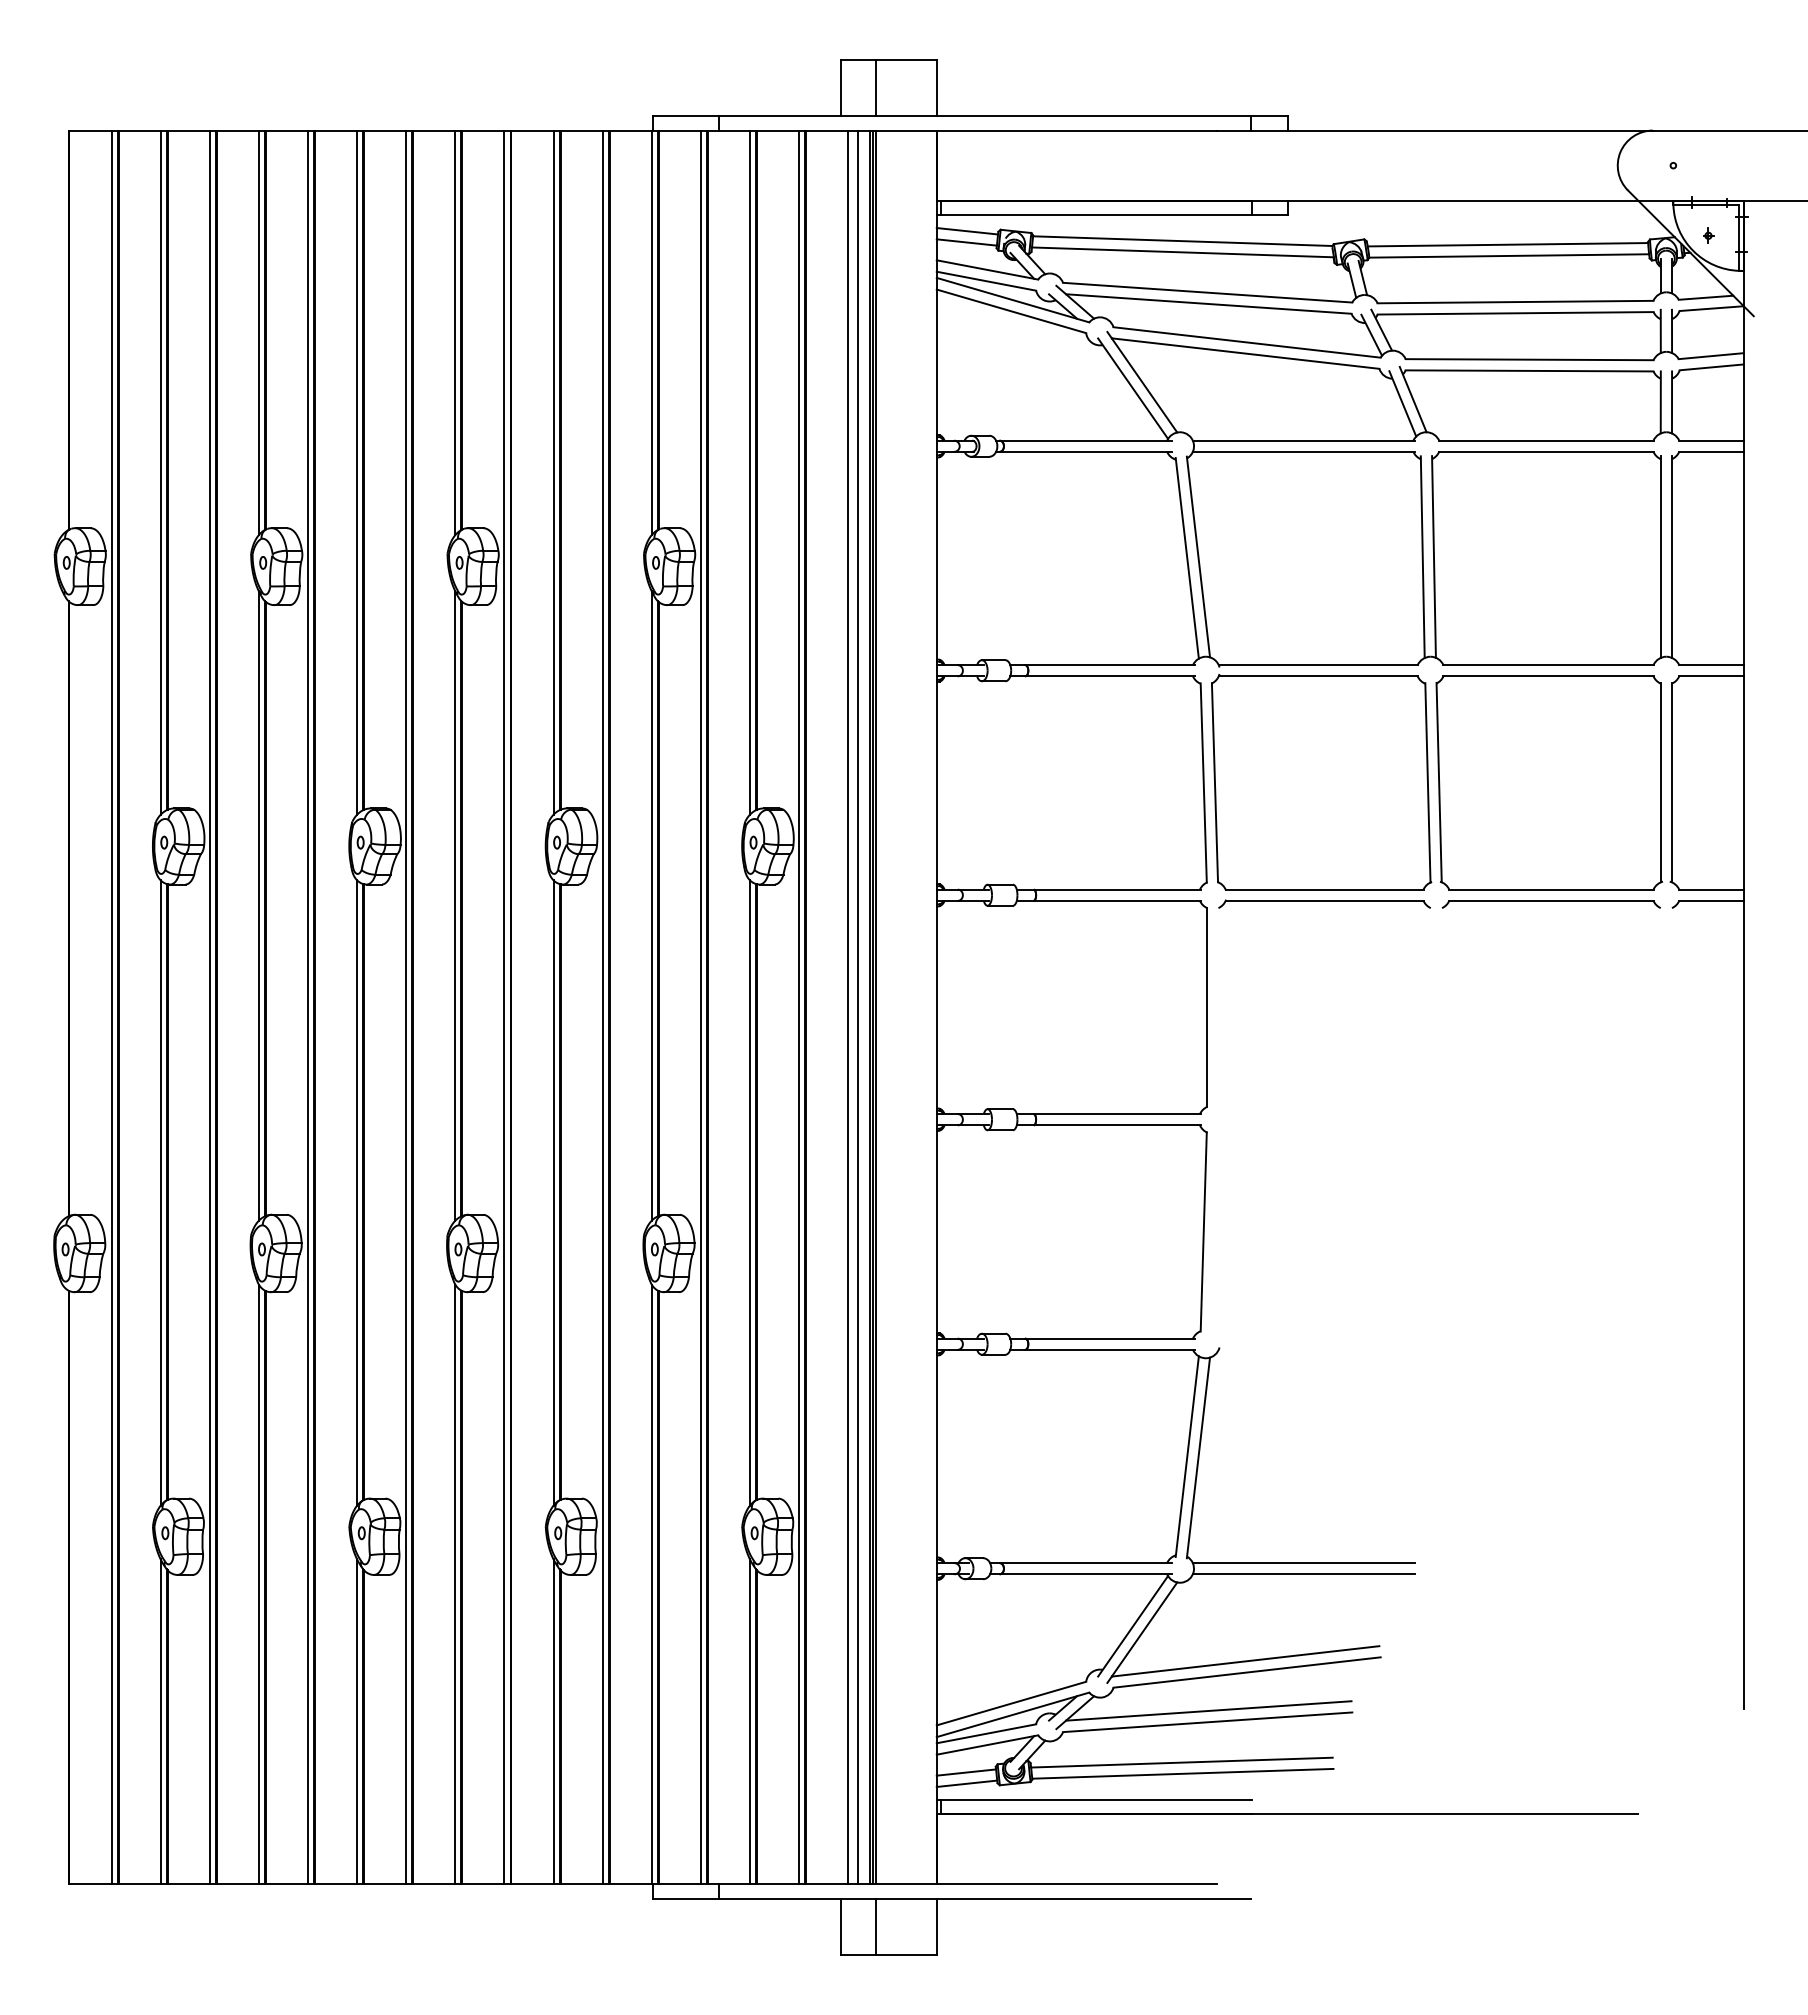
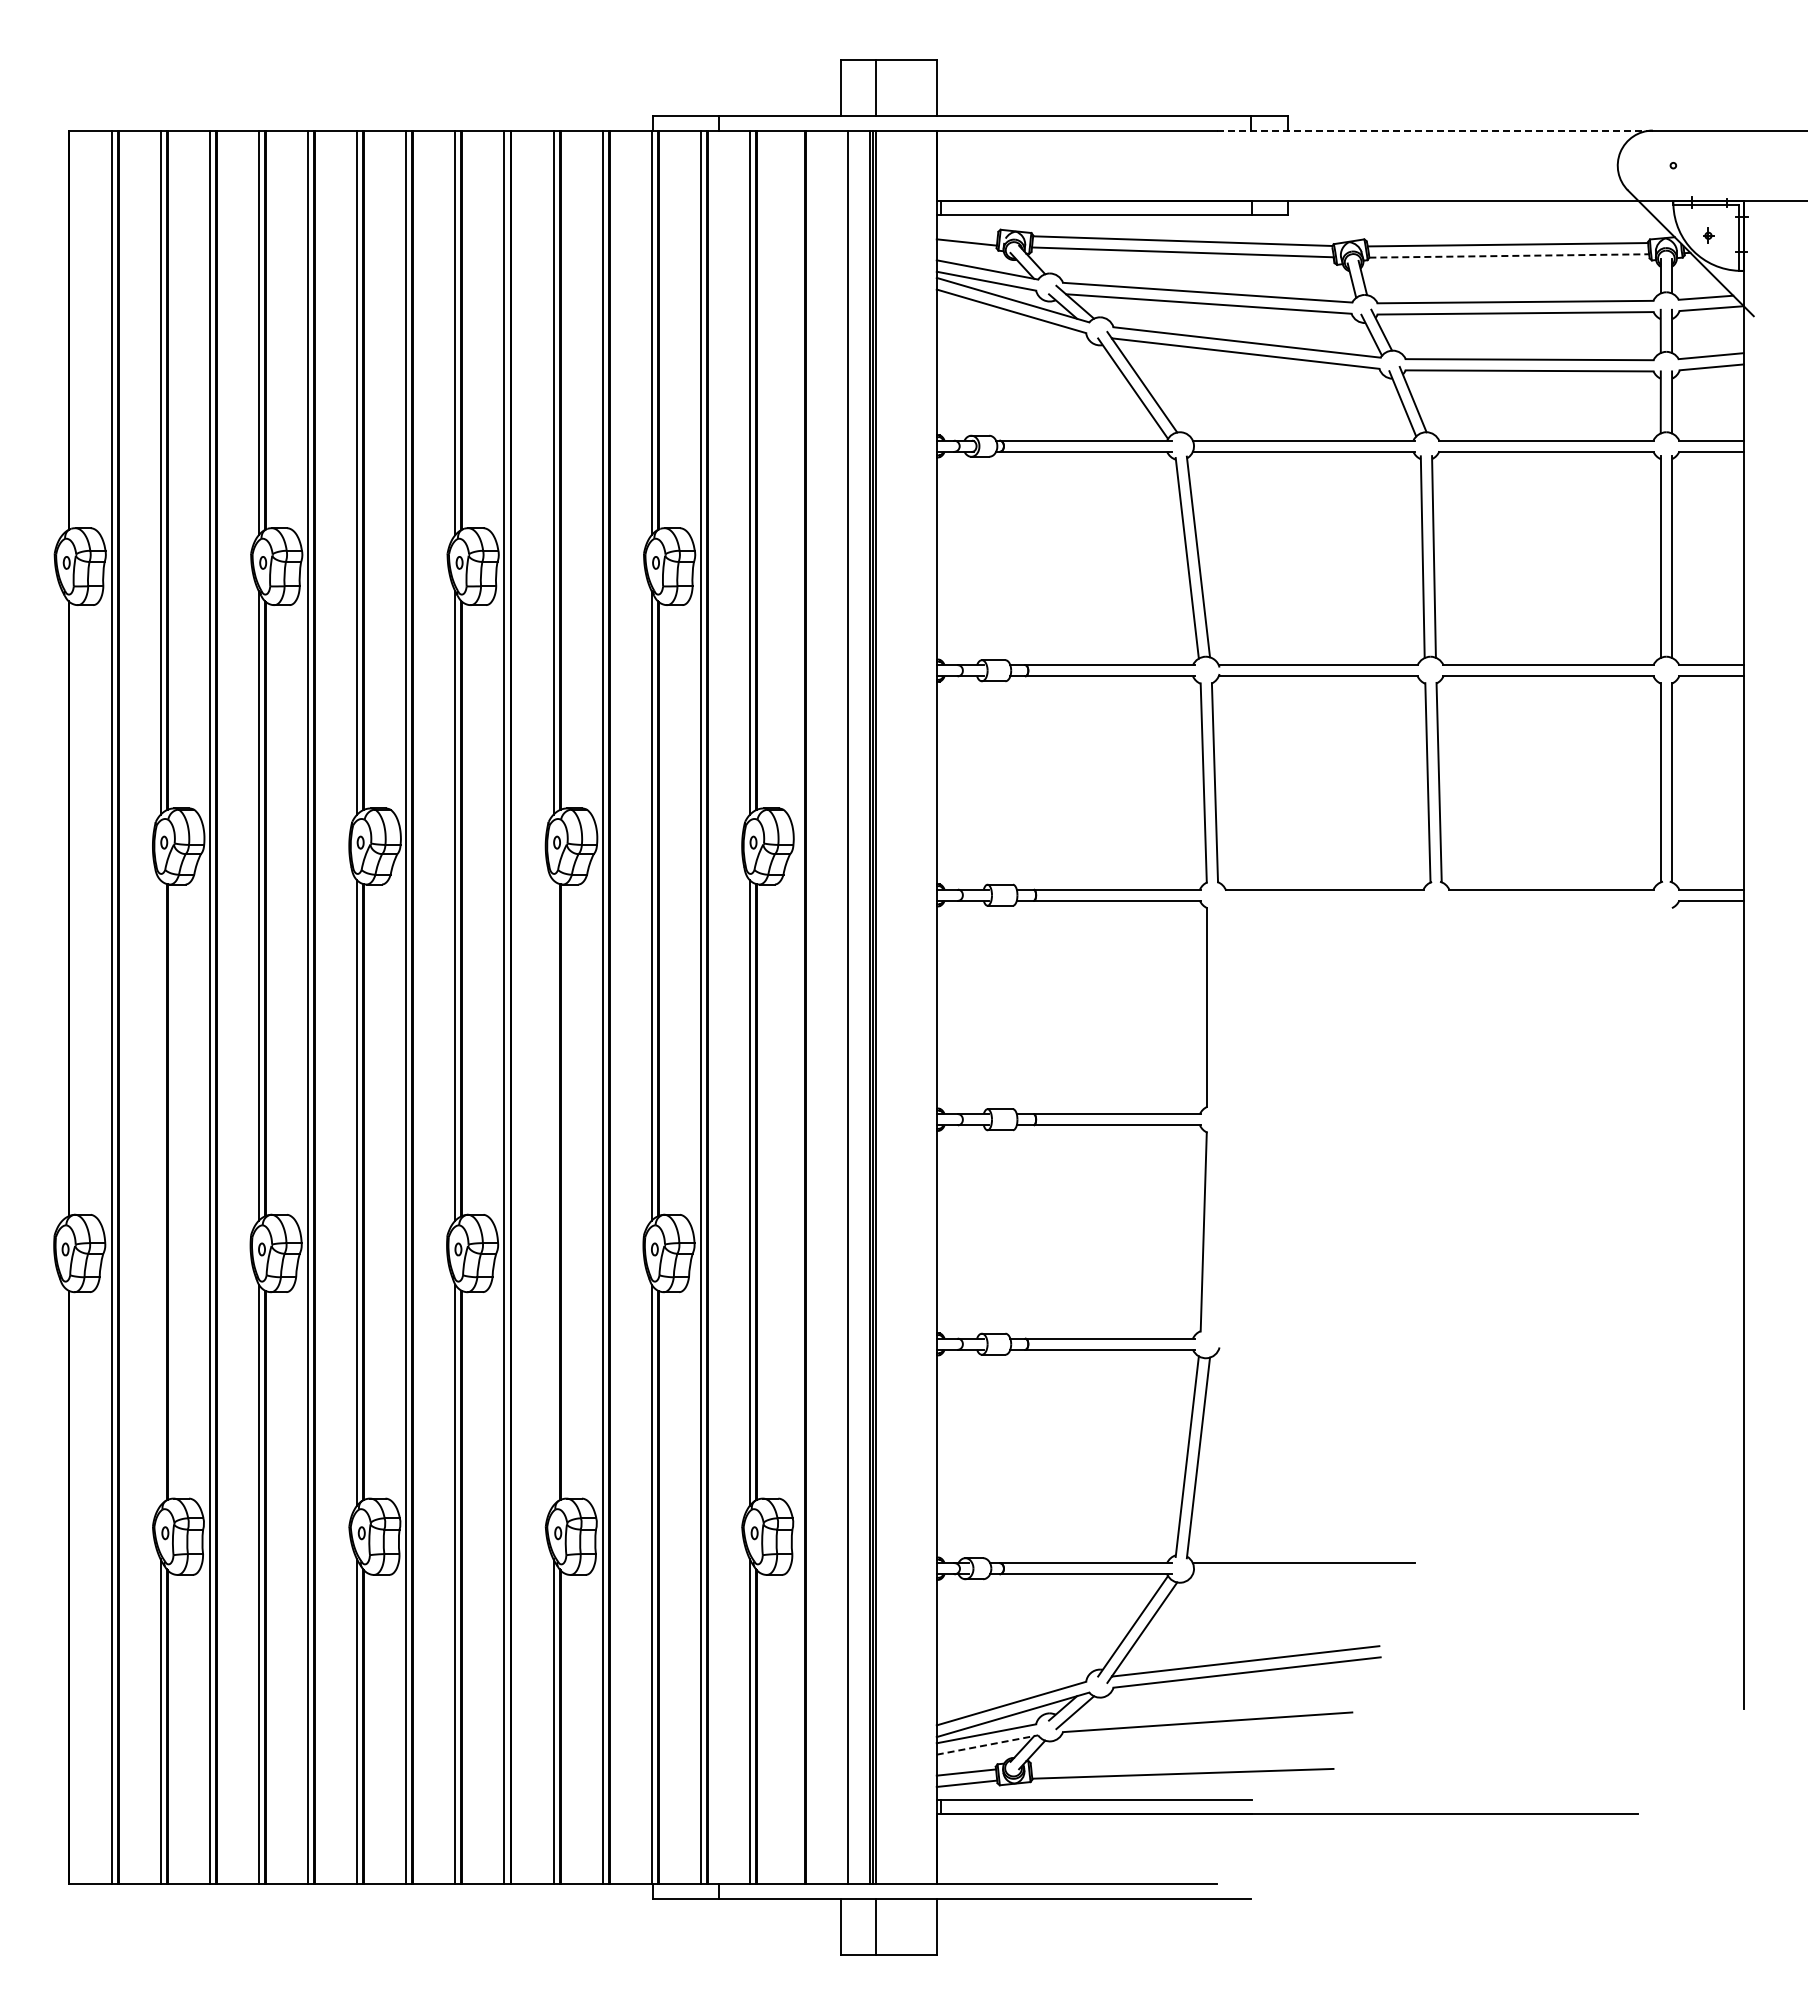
line at (1435, 130): solid -> dashed
line at (967, 231): present -> none
line at (1509, 255): solid -> dashed
part at (1324, 903): present -> none
part at (1550, 904): present -> none
line at (799, 1007): present -> none
line at (857, 1007): present -> none
line at (160, 1192): present -> none
line at (553, 1192): present -> none
line at (1303, 1574): present -> none
line at (1208, 1710): present -> none
line at (987, 1745): solid -> dashed
line at (1181, 1762): present -> none
